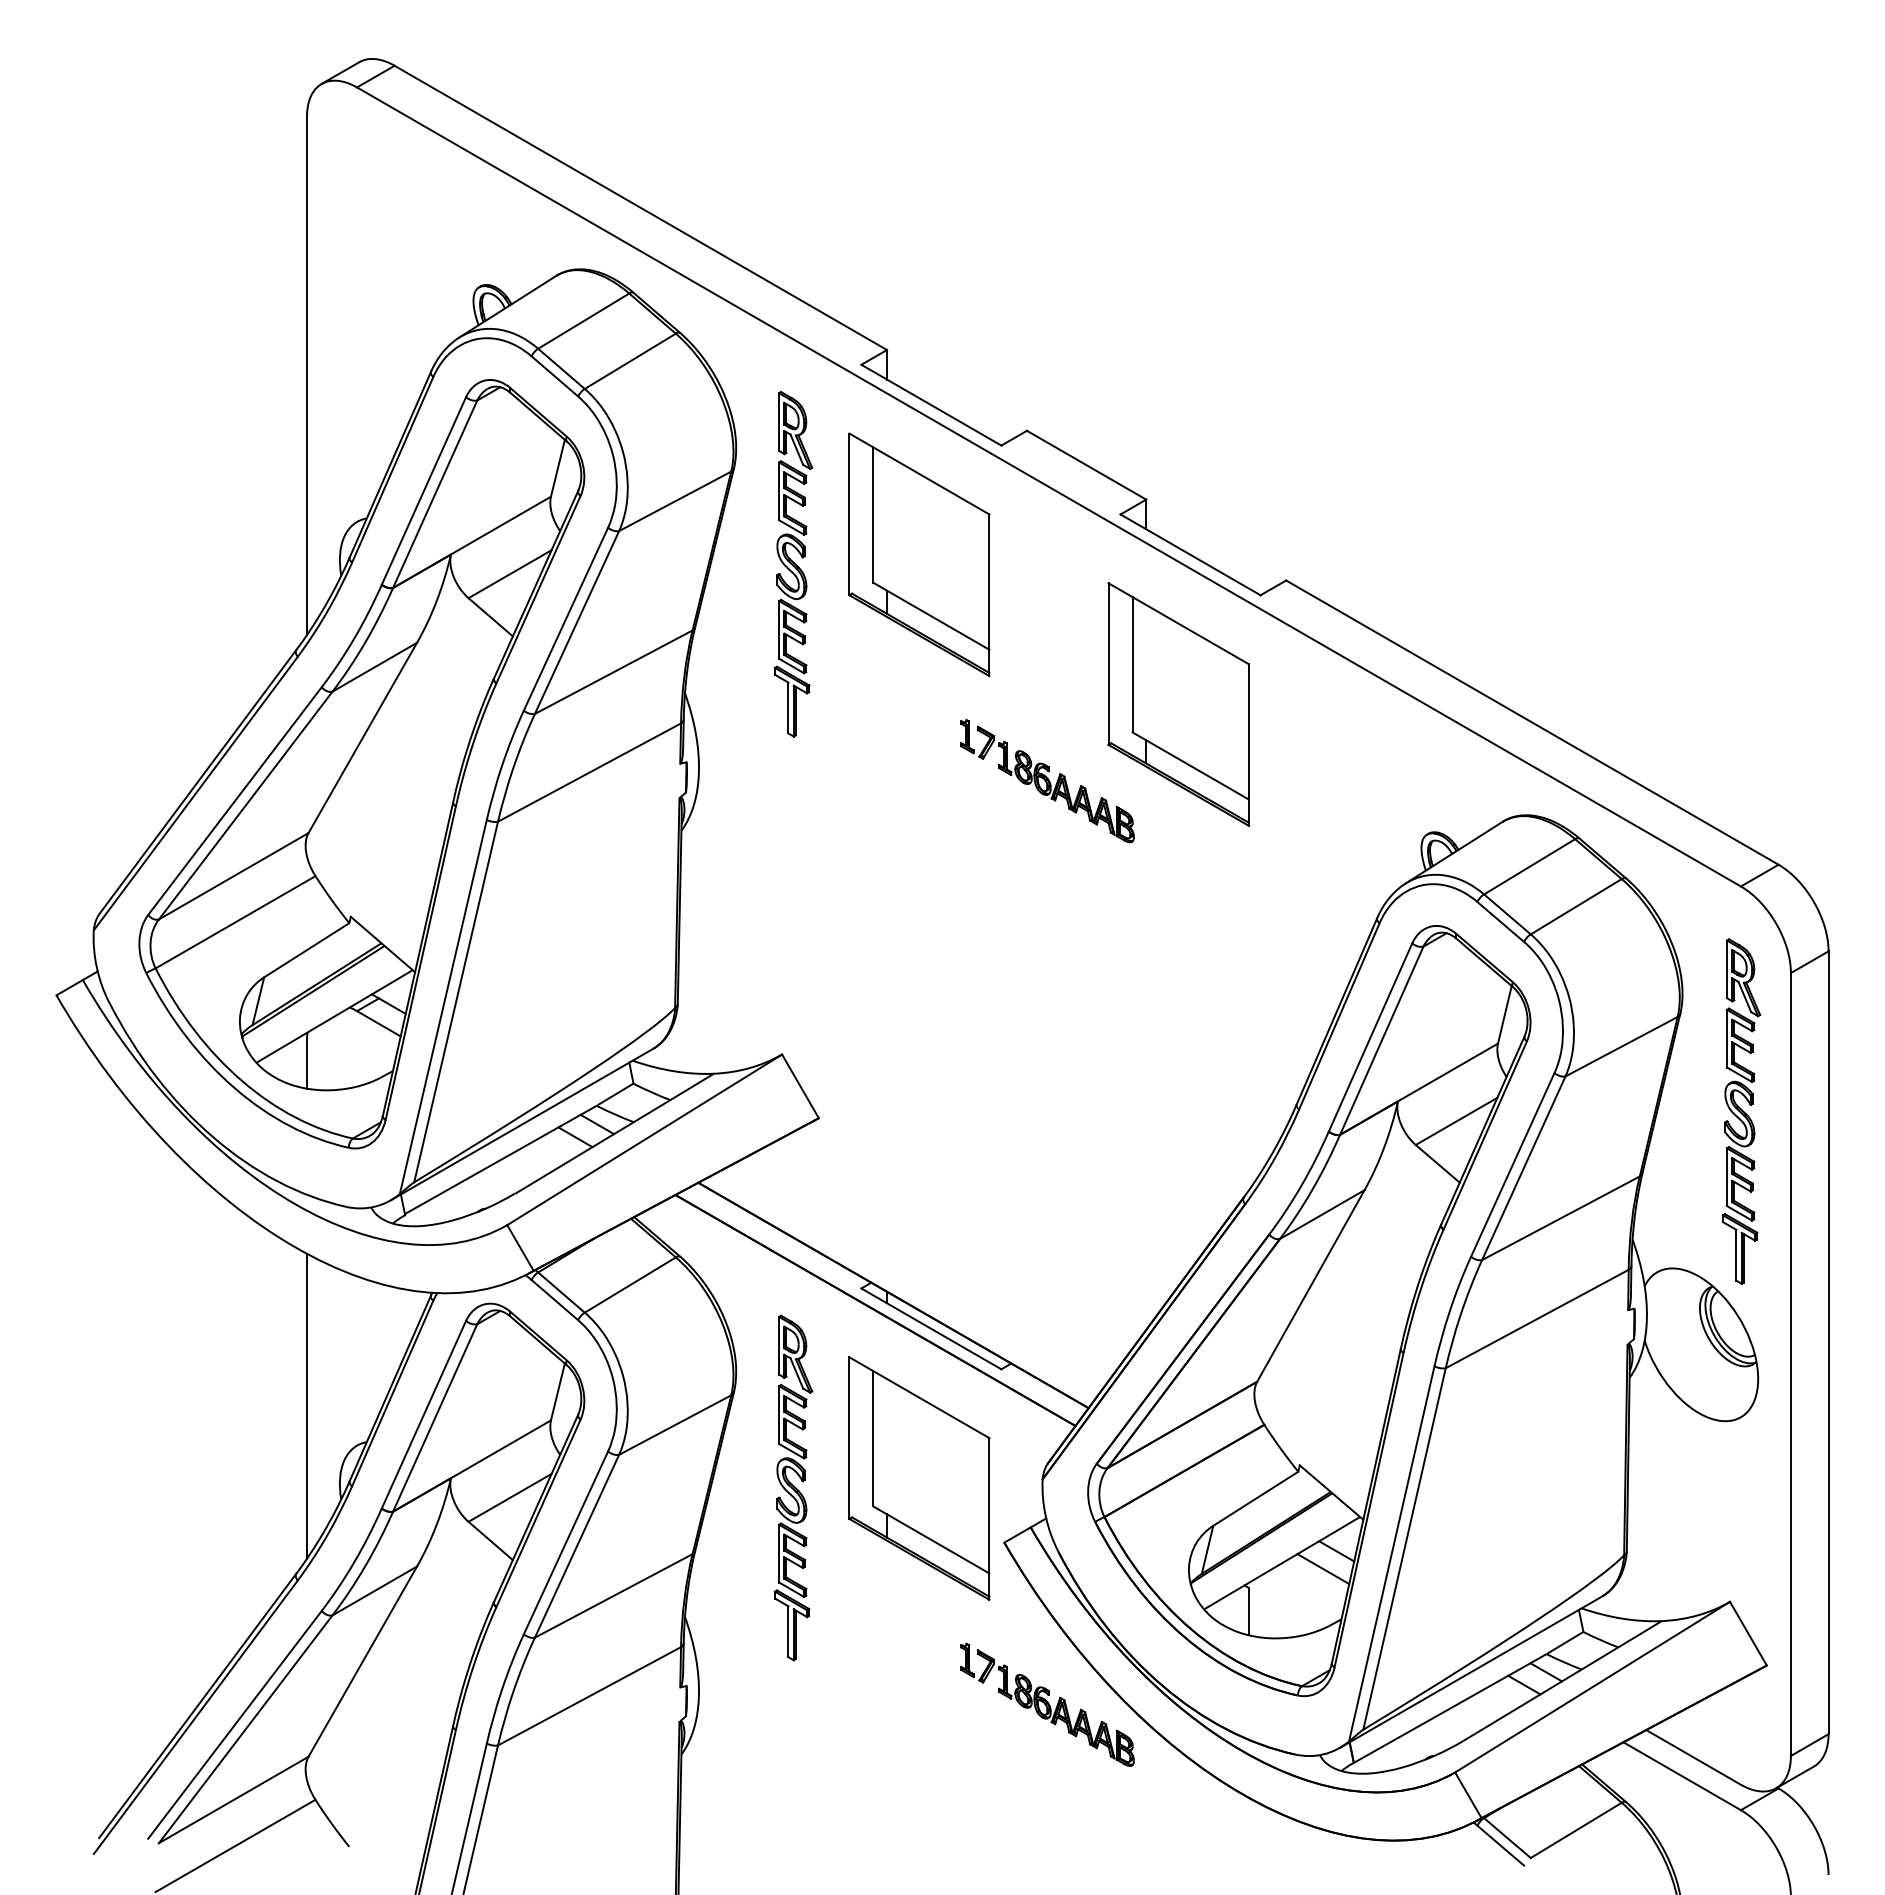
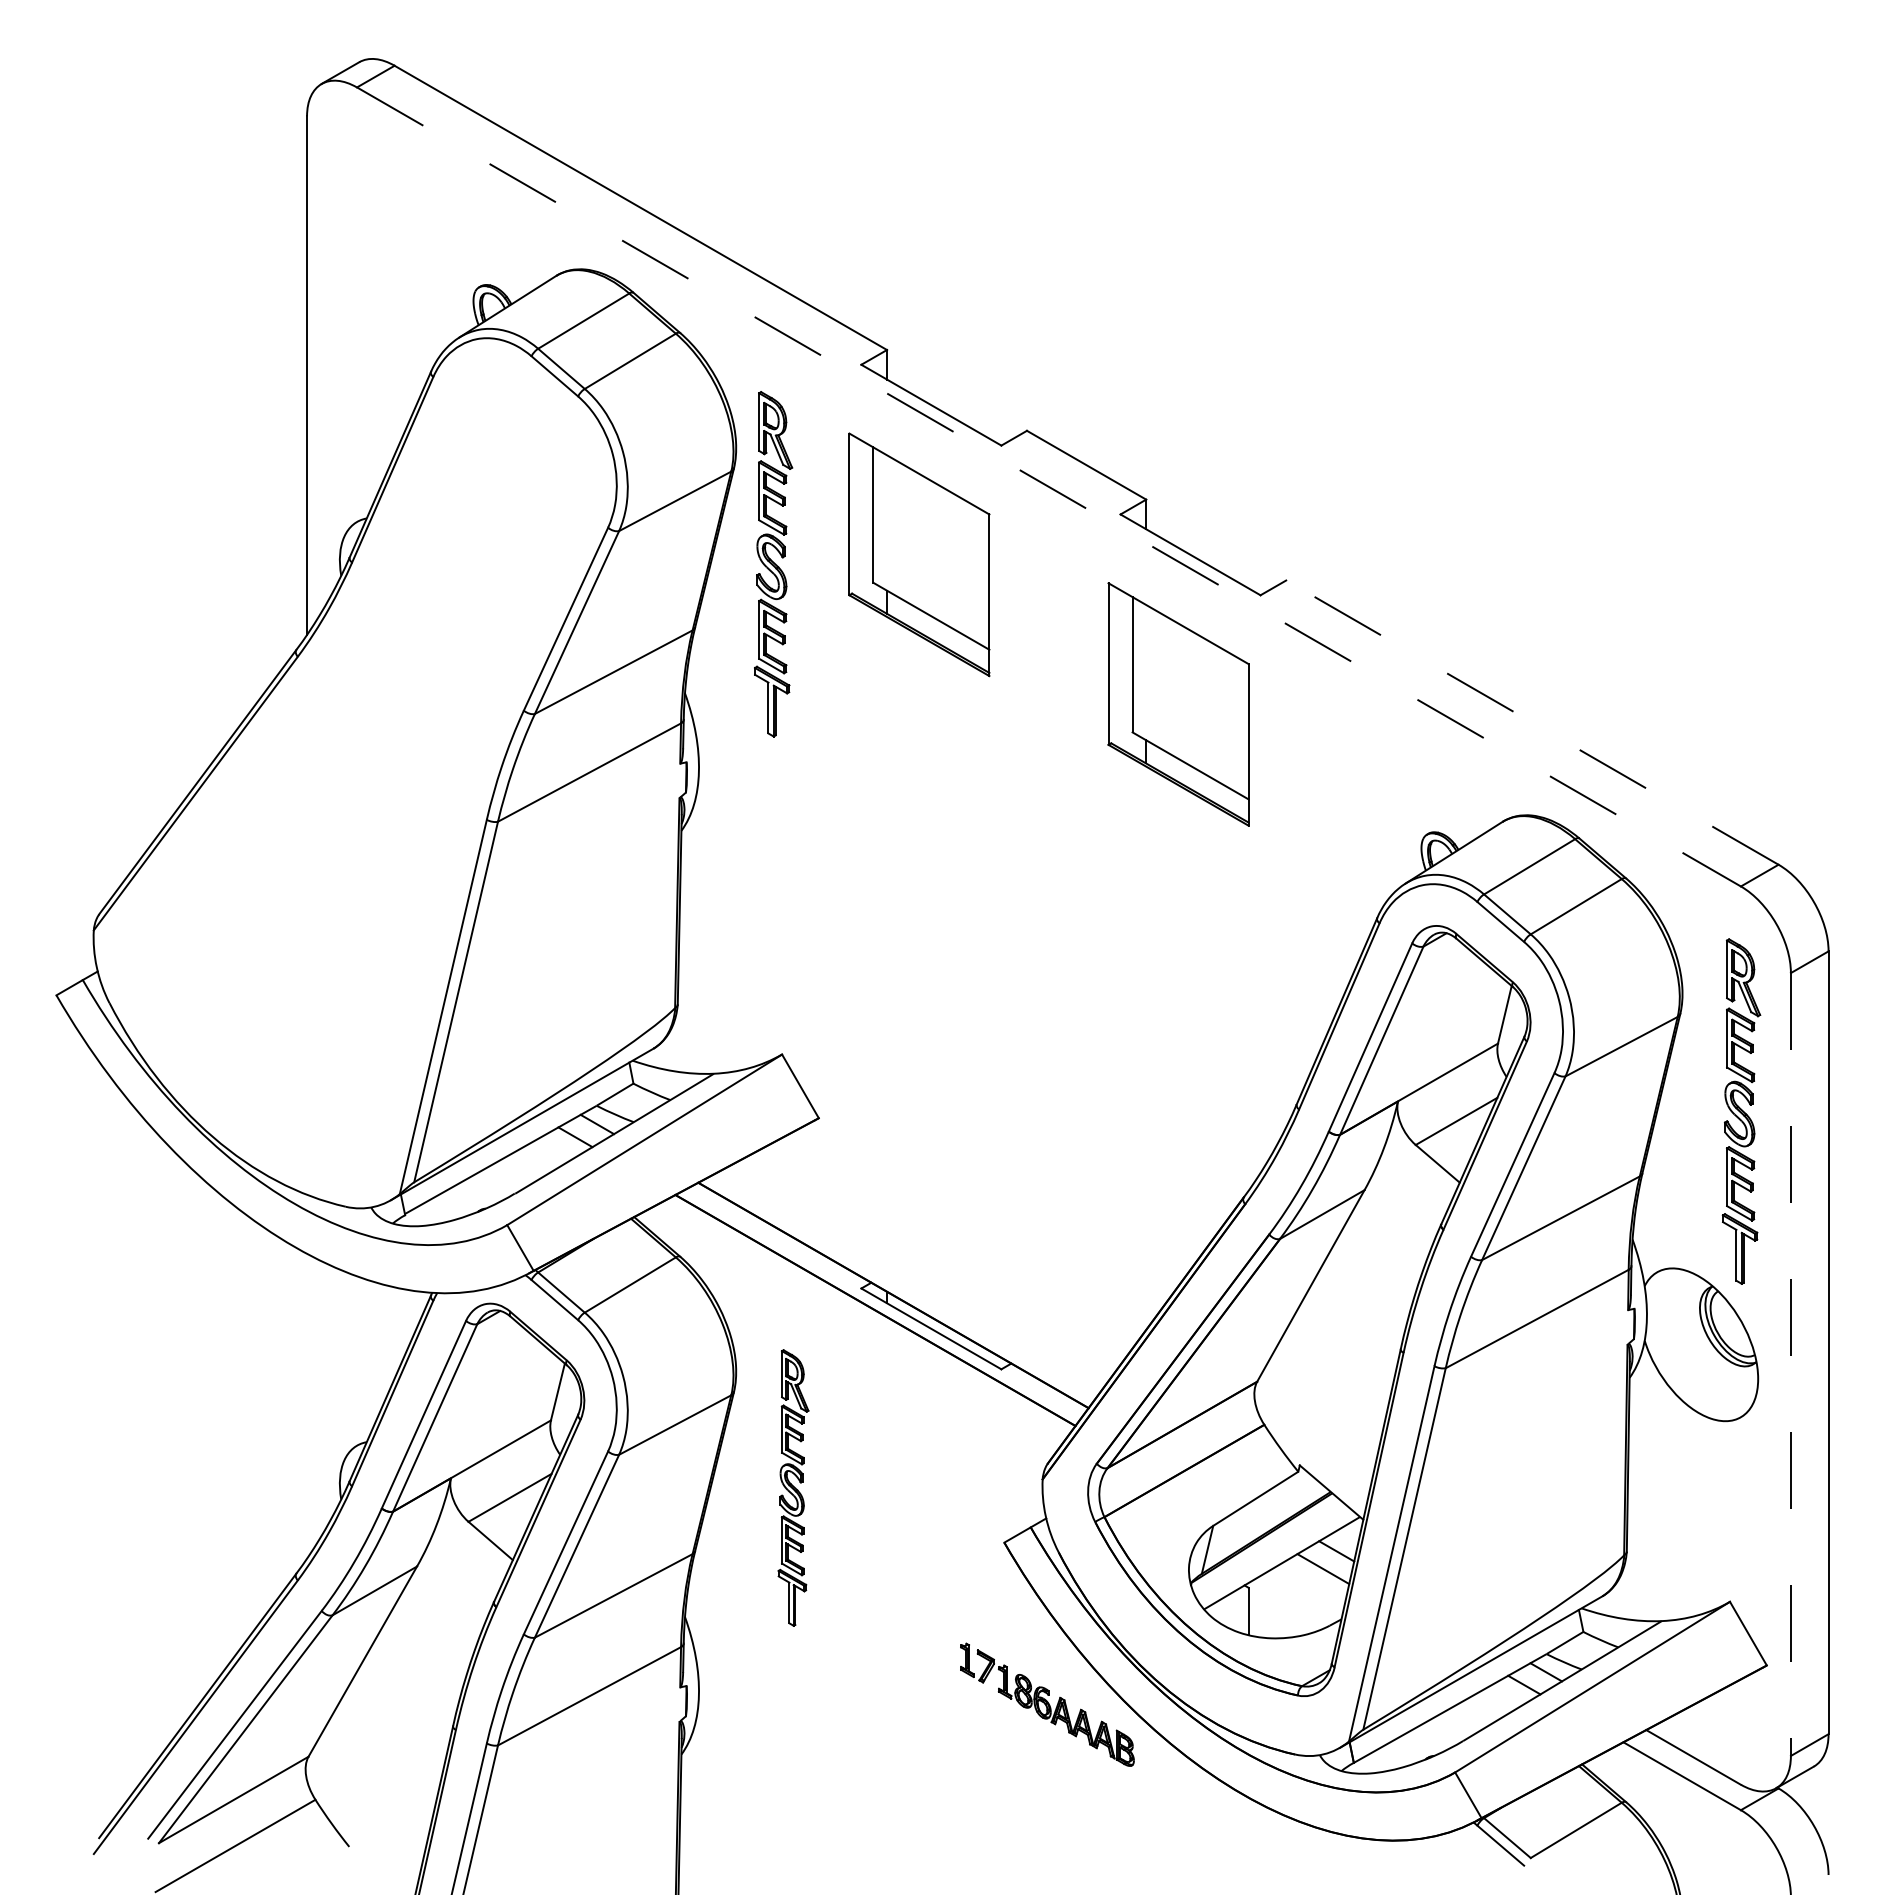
line at (1048, 486): solid -> dashed
part at (793, 564) position: (793, 564) -> (773, 564)
line at (1531, 722): solid -> dashed
part at (361, 764): present -> none
part at (1047, 780): present -> none
line at (1790, 1364): solid -> dashed
line at (307, 1405): present -> none
part at (919, 1478): present -> none
part at (793, 1487) size: 41x348 px -> 33x278 px
